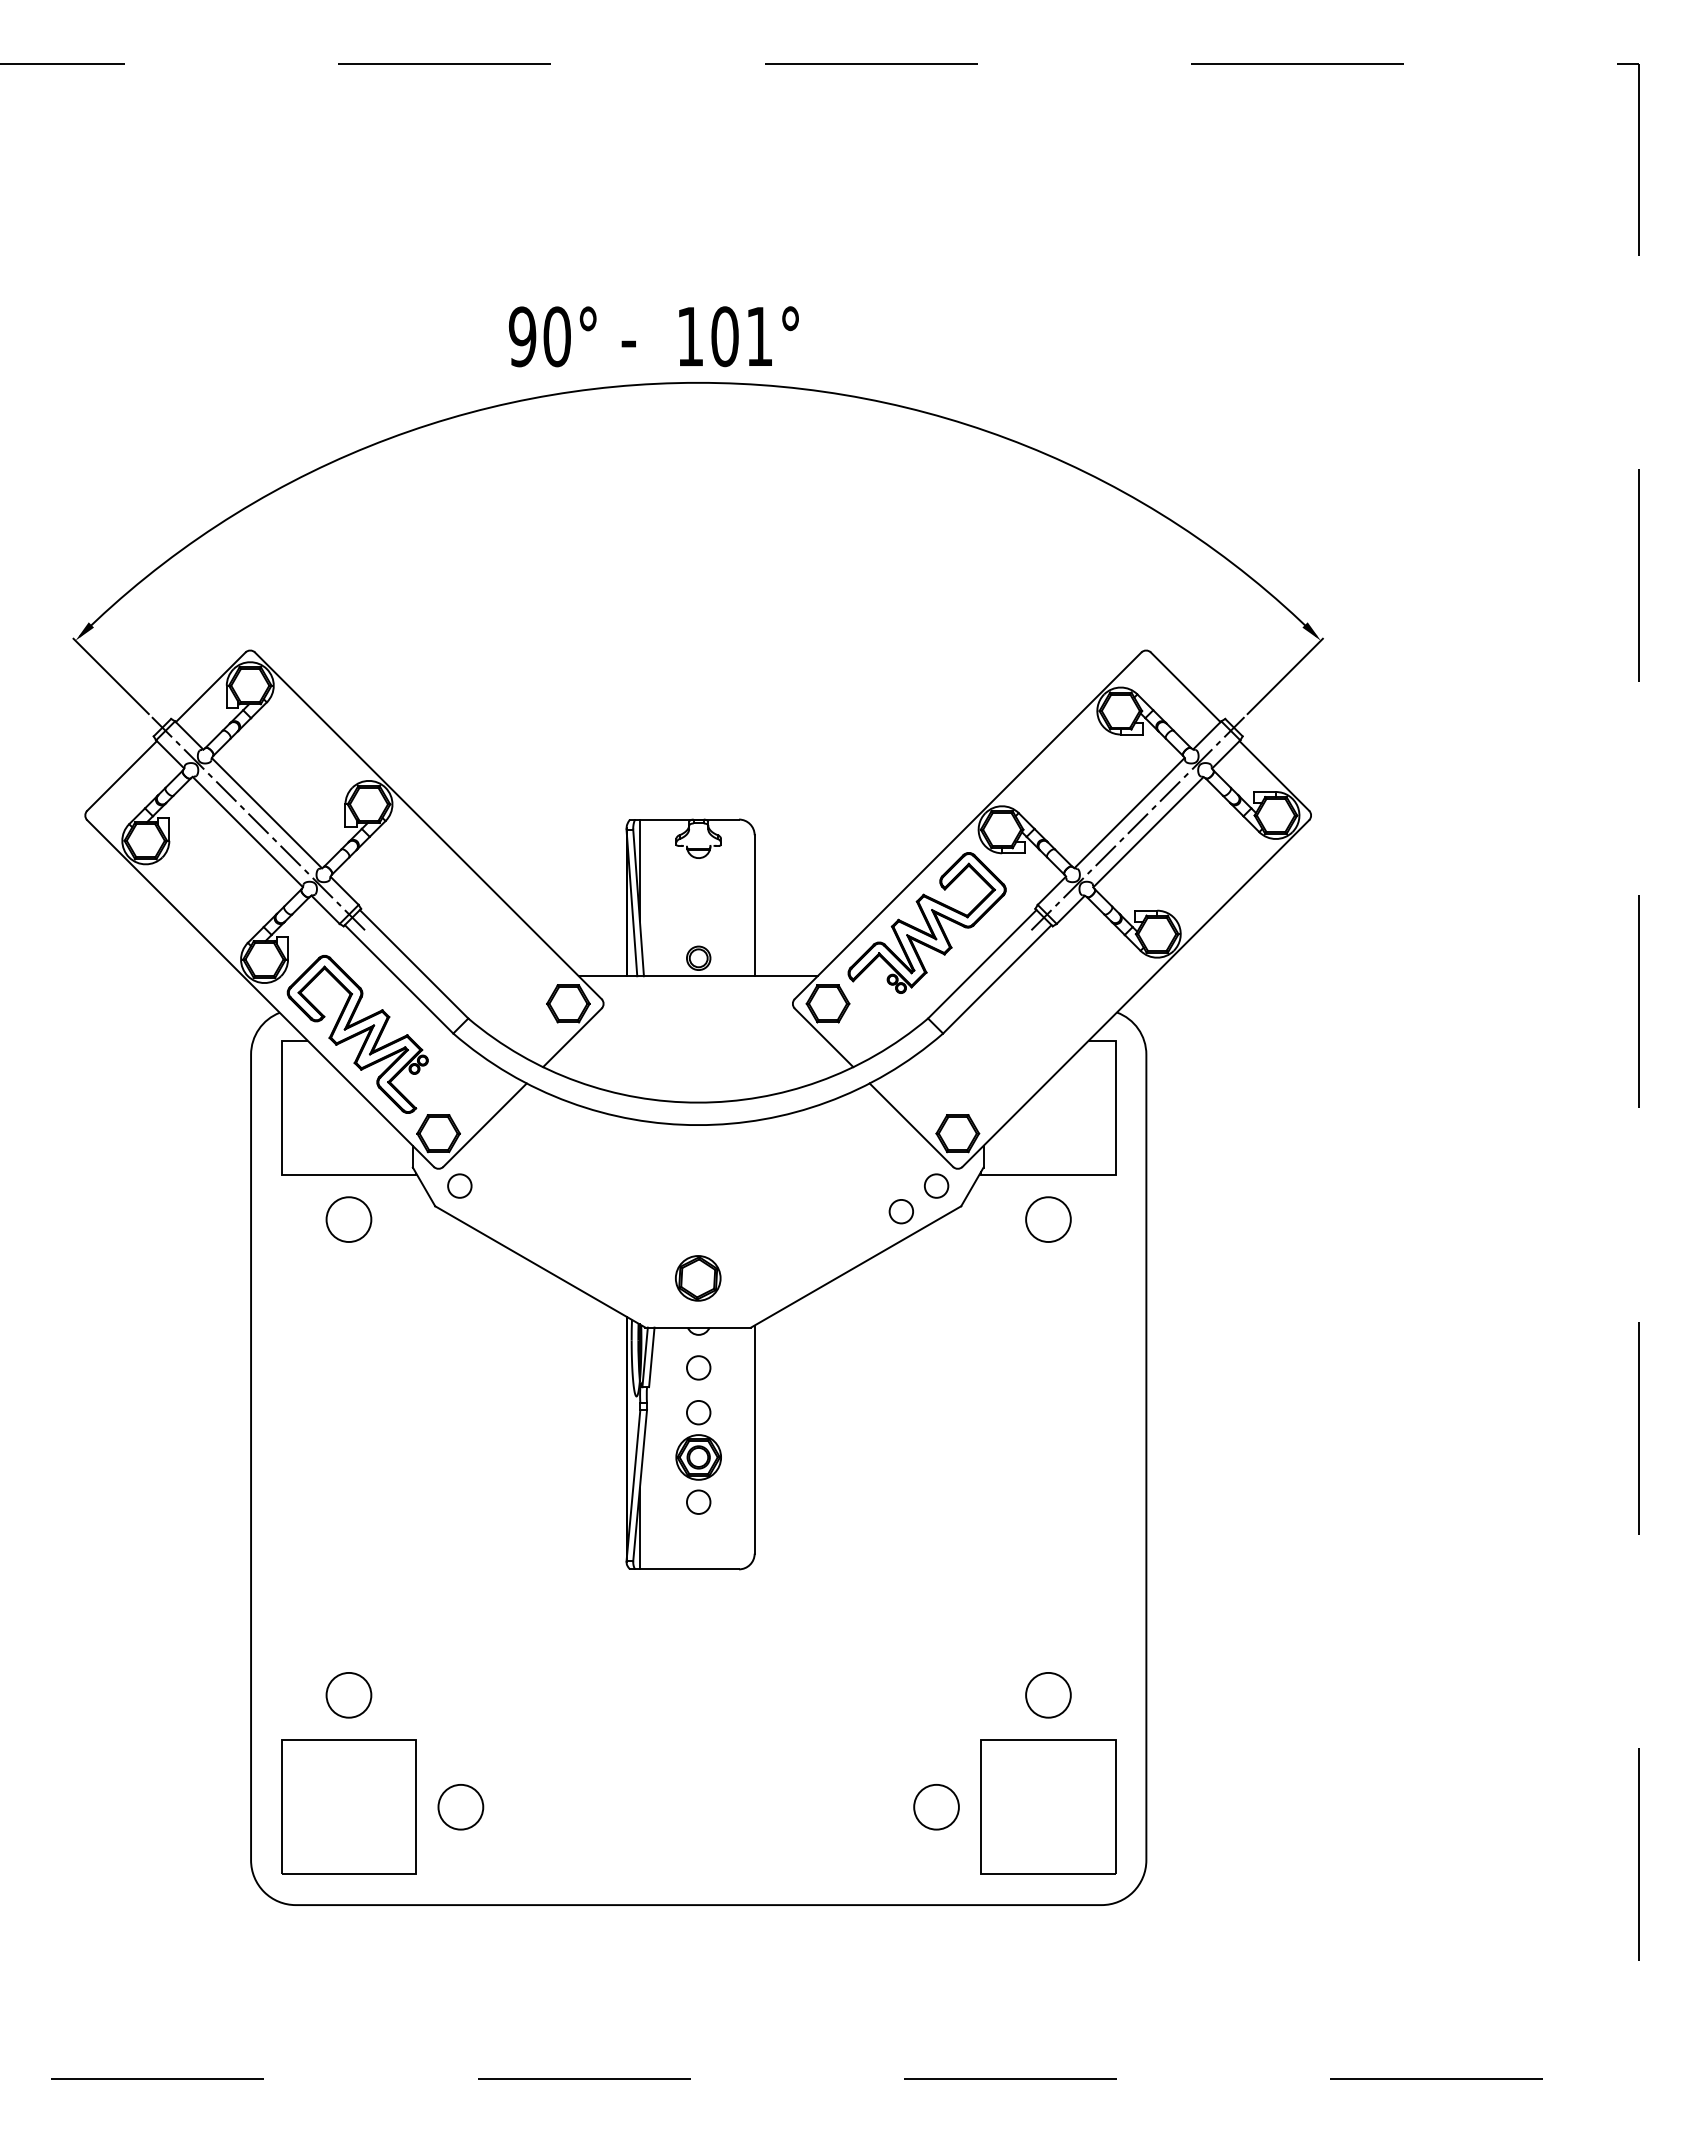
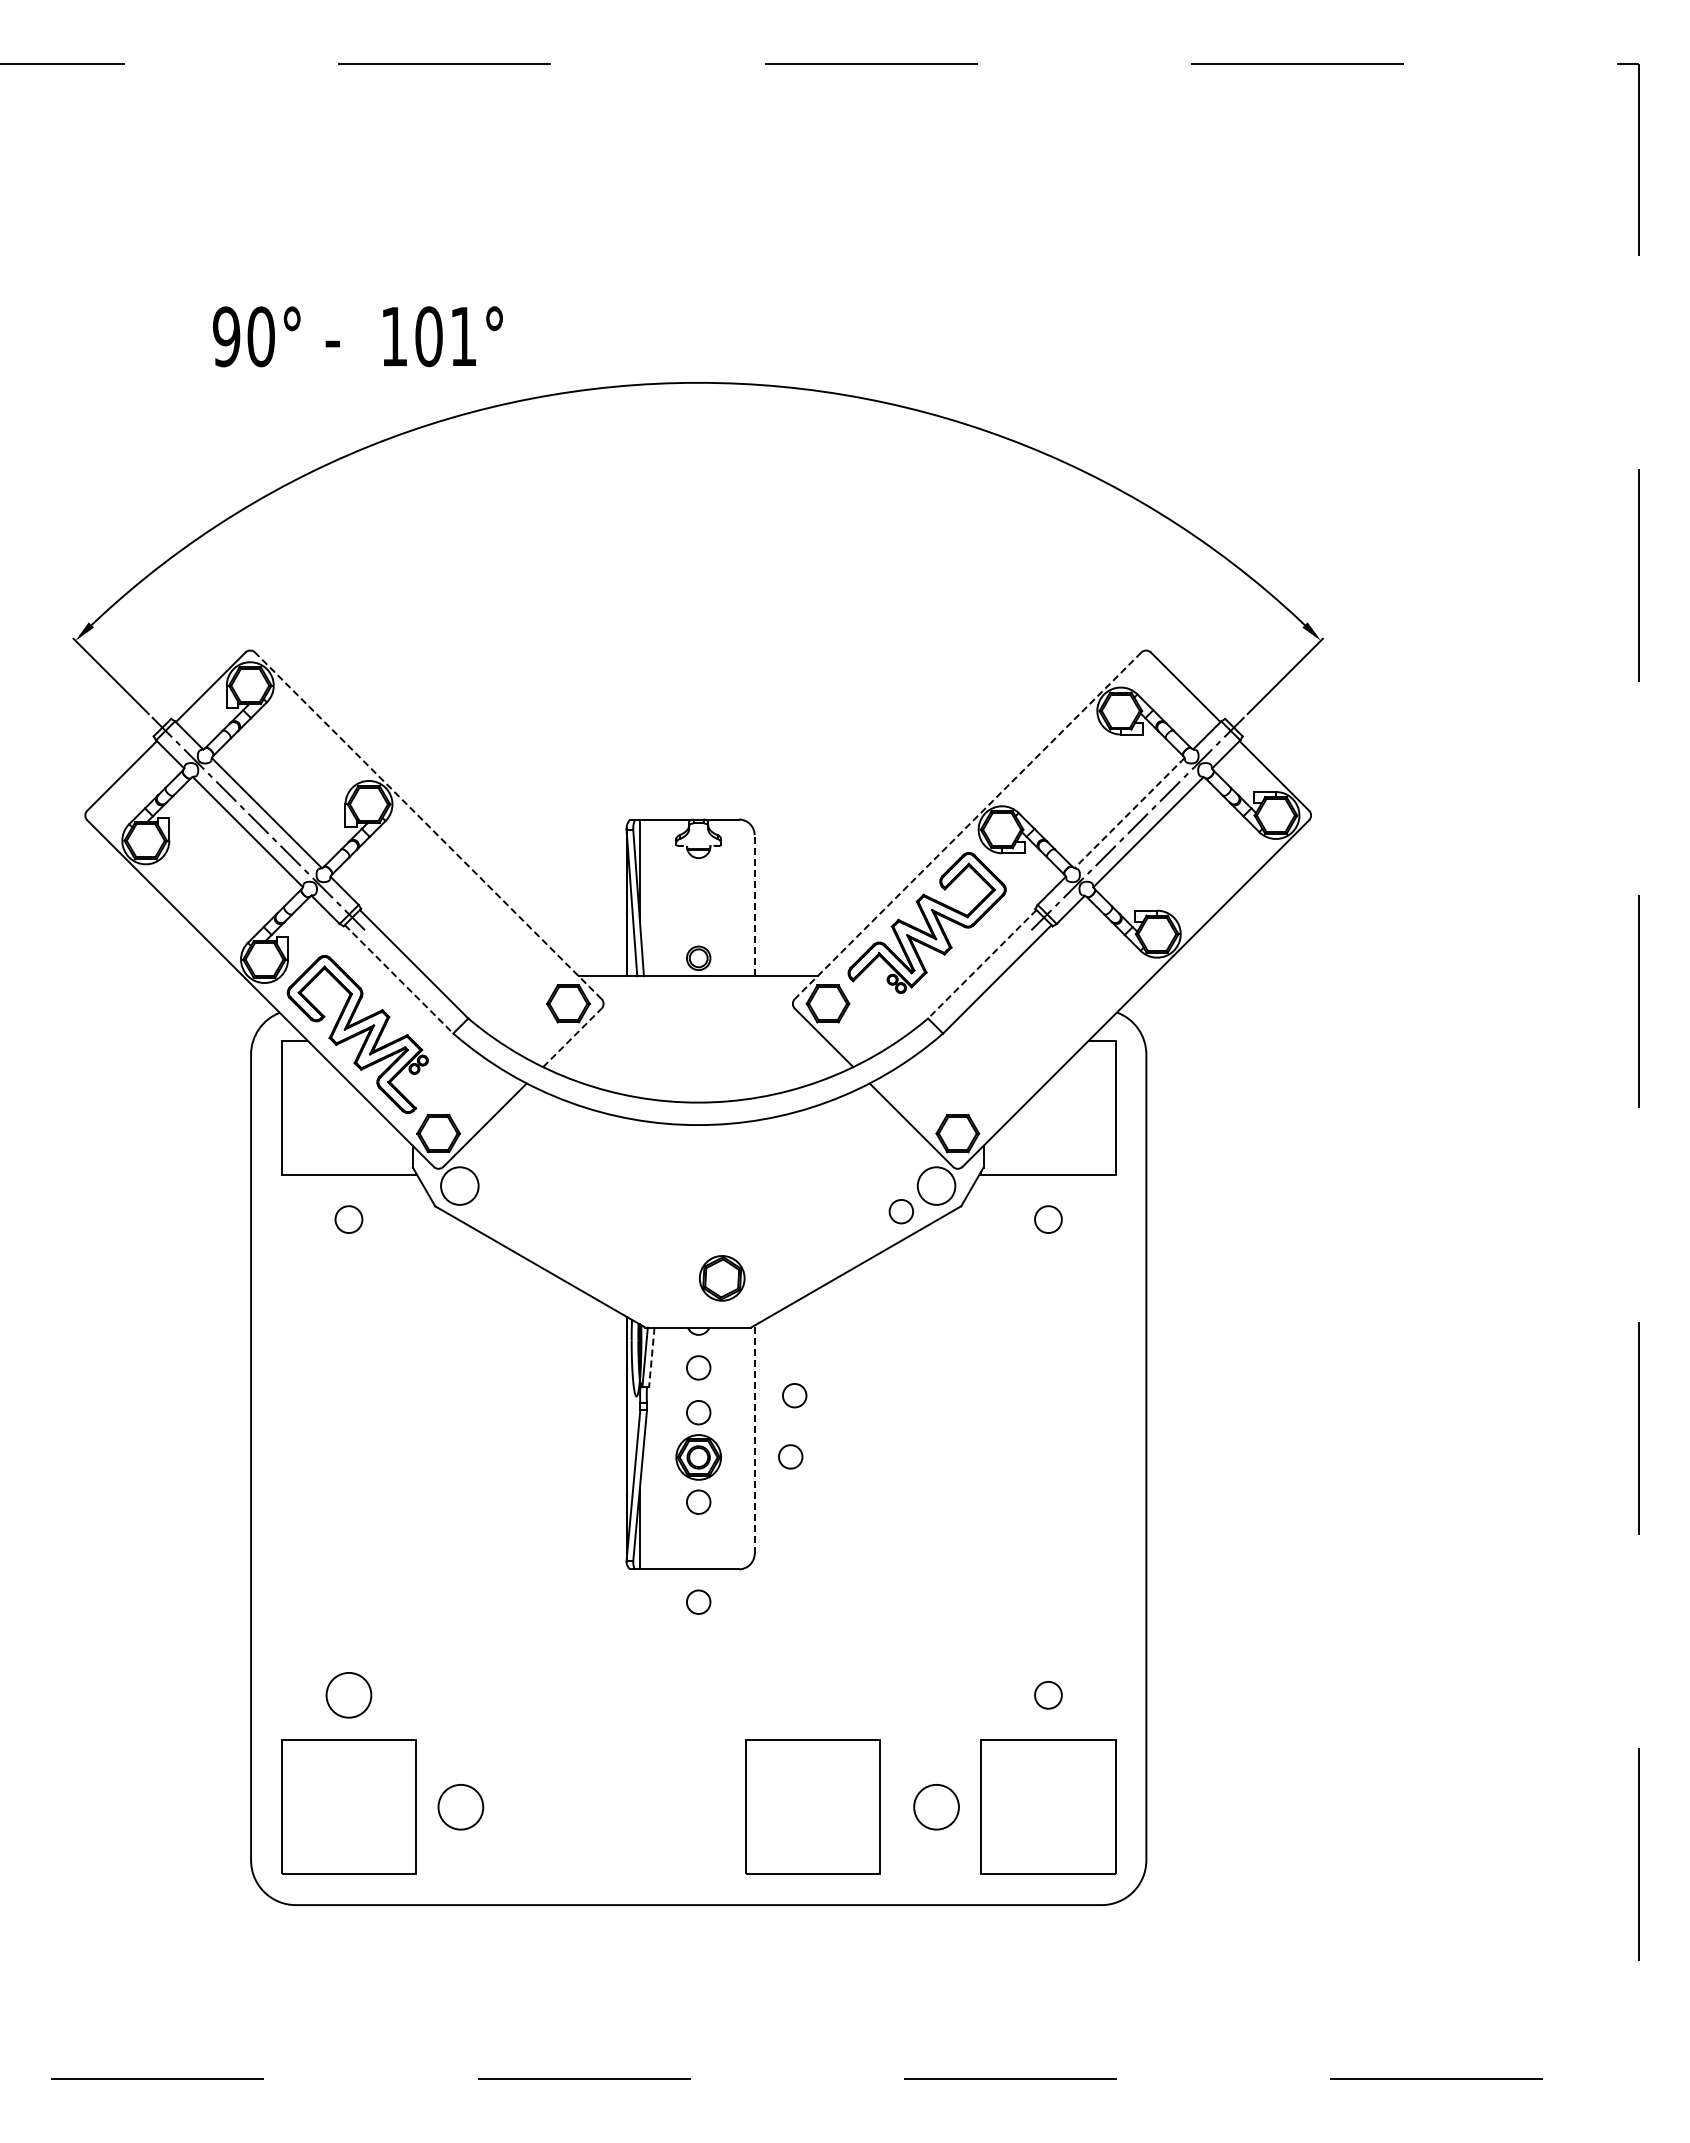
text at (653, 336) position: (653, 336) -> (357, 336)
line at (1129, 813): solid -> dashed
line at (427, 825): solid -> dashed
line at (967, 826): solid -> dashed
line at (754, 905): solid -> dashed
line at (982, 964): solid -> dashed
line at (399, 979): solid -> dashed
line at (572, 1037): solid -> dashed
circle at (459, 1185) diameter: 24 px -> 38 px
circle at (936, 1185) diameter: 24 px -> 38 px
circle at (348, 1219) diameter: 45 px -> 27 px
circle at (1048, 1219) diameter: 45 px -> 27 px
part at (698, 1278) position: (698, 1278) -> (722, 1278)
line at (651, 1357): solid -> dashed
circle at (794, 1395): none -> present
line at (754, 1439): solid -> dashed
circle at (790, 1456): none -> present
circle at (698, 1601): none -> present
circle at (1048, 1694) diameter: 45 px -> 27 px
part at (812, 1806): none -> present
